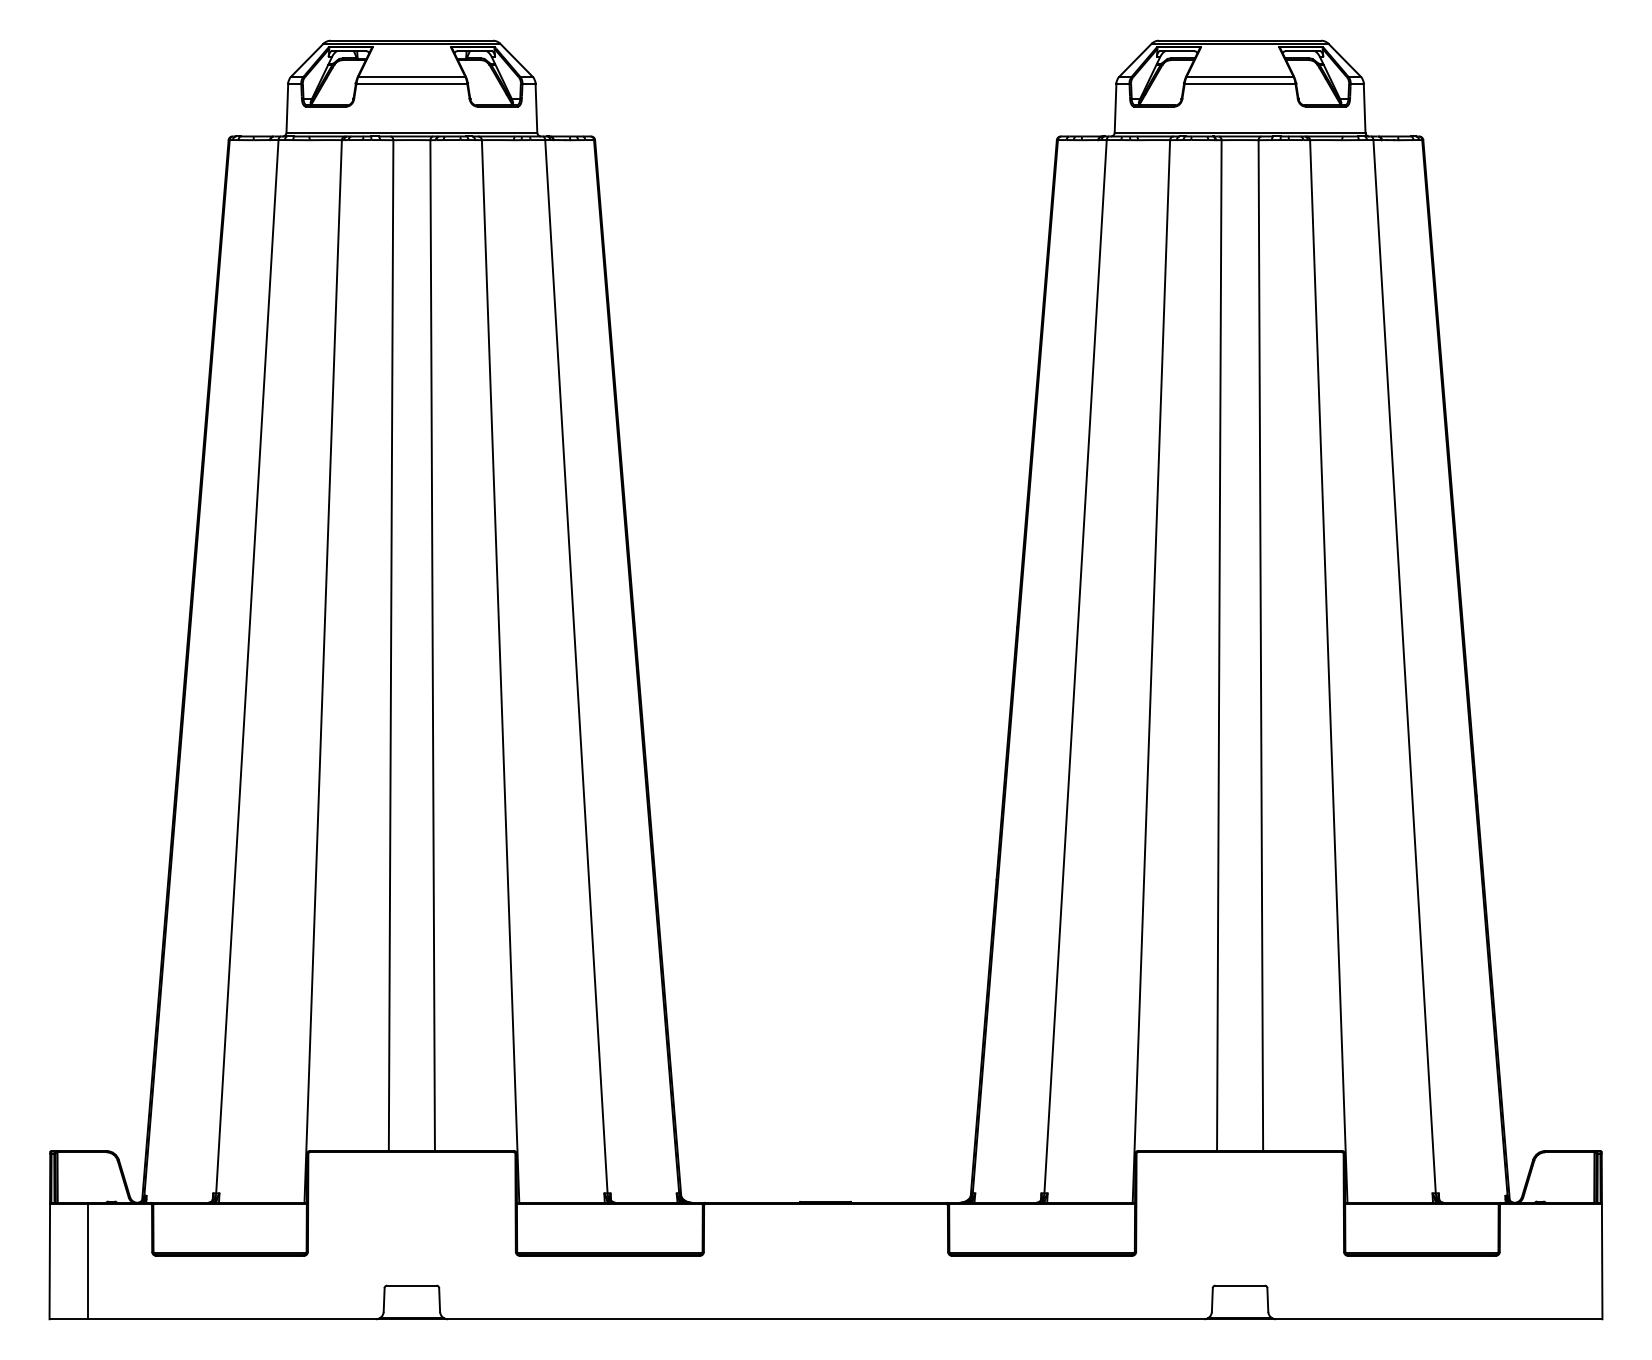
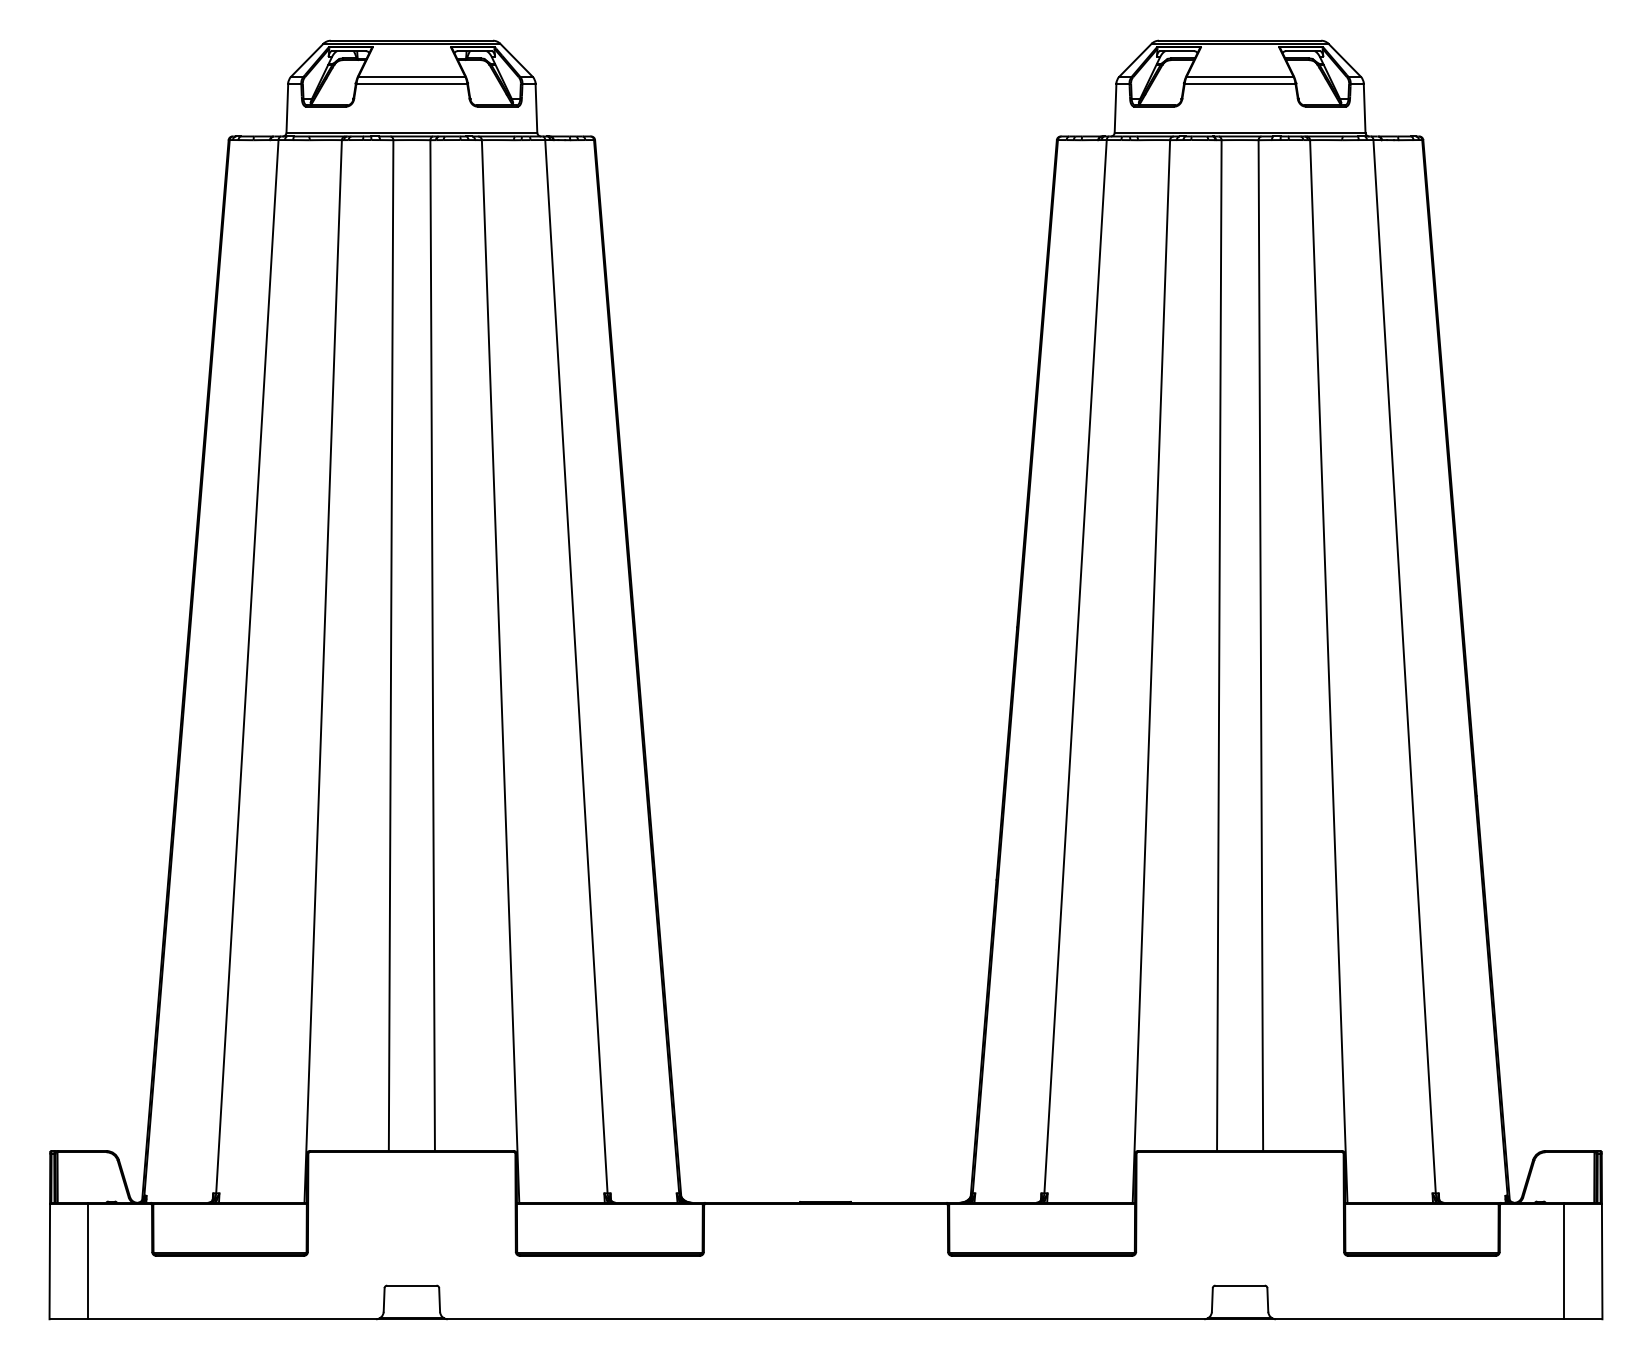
line at (1563, 1260): none -> present
